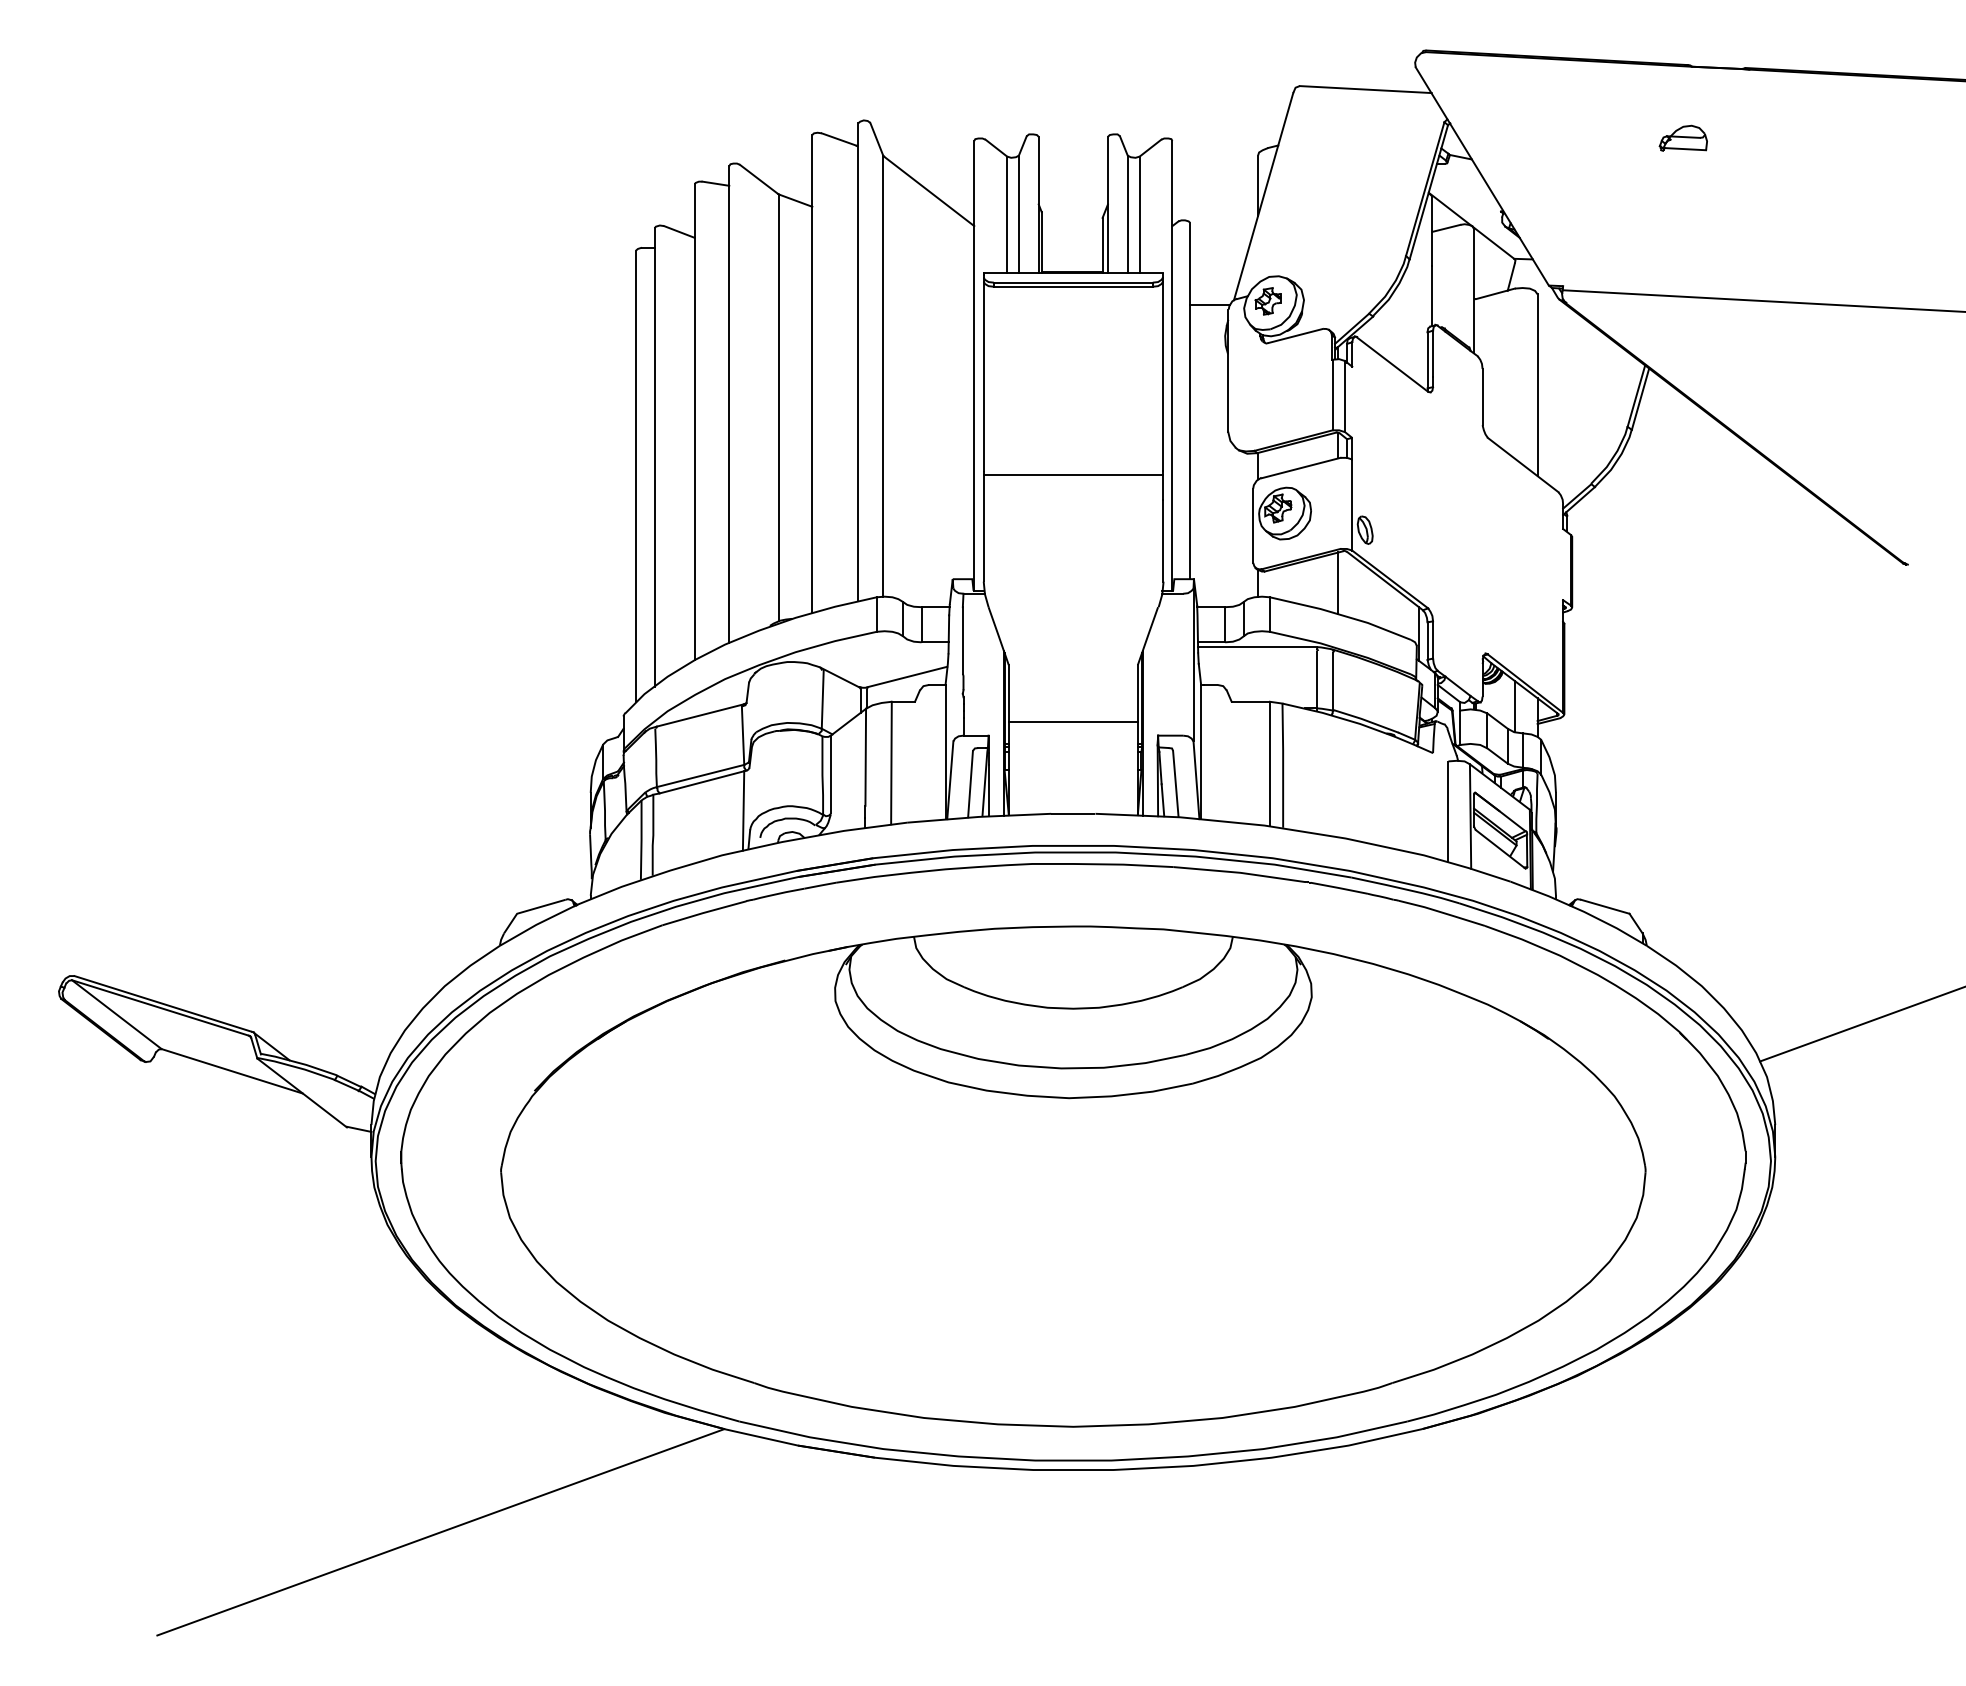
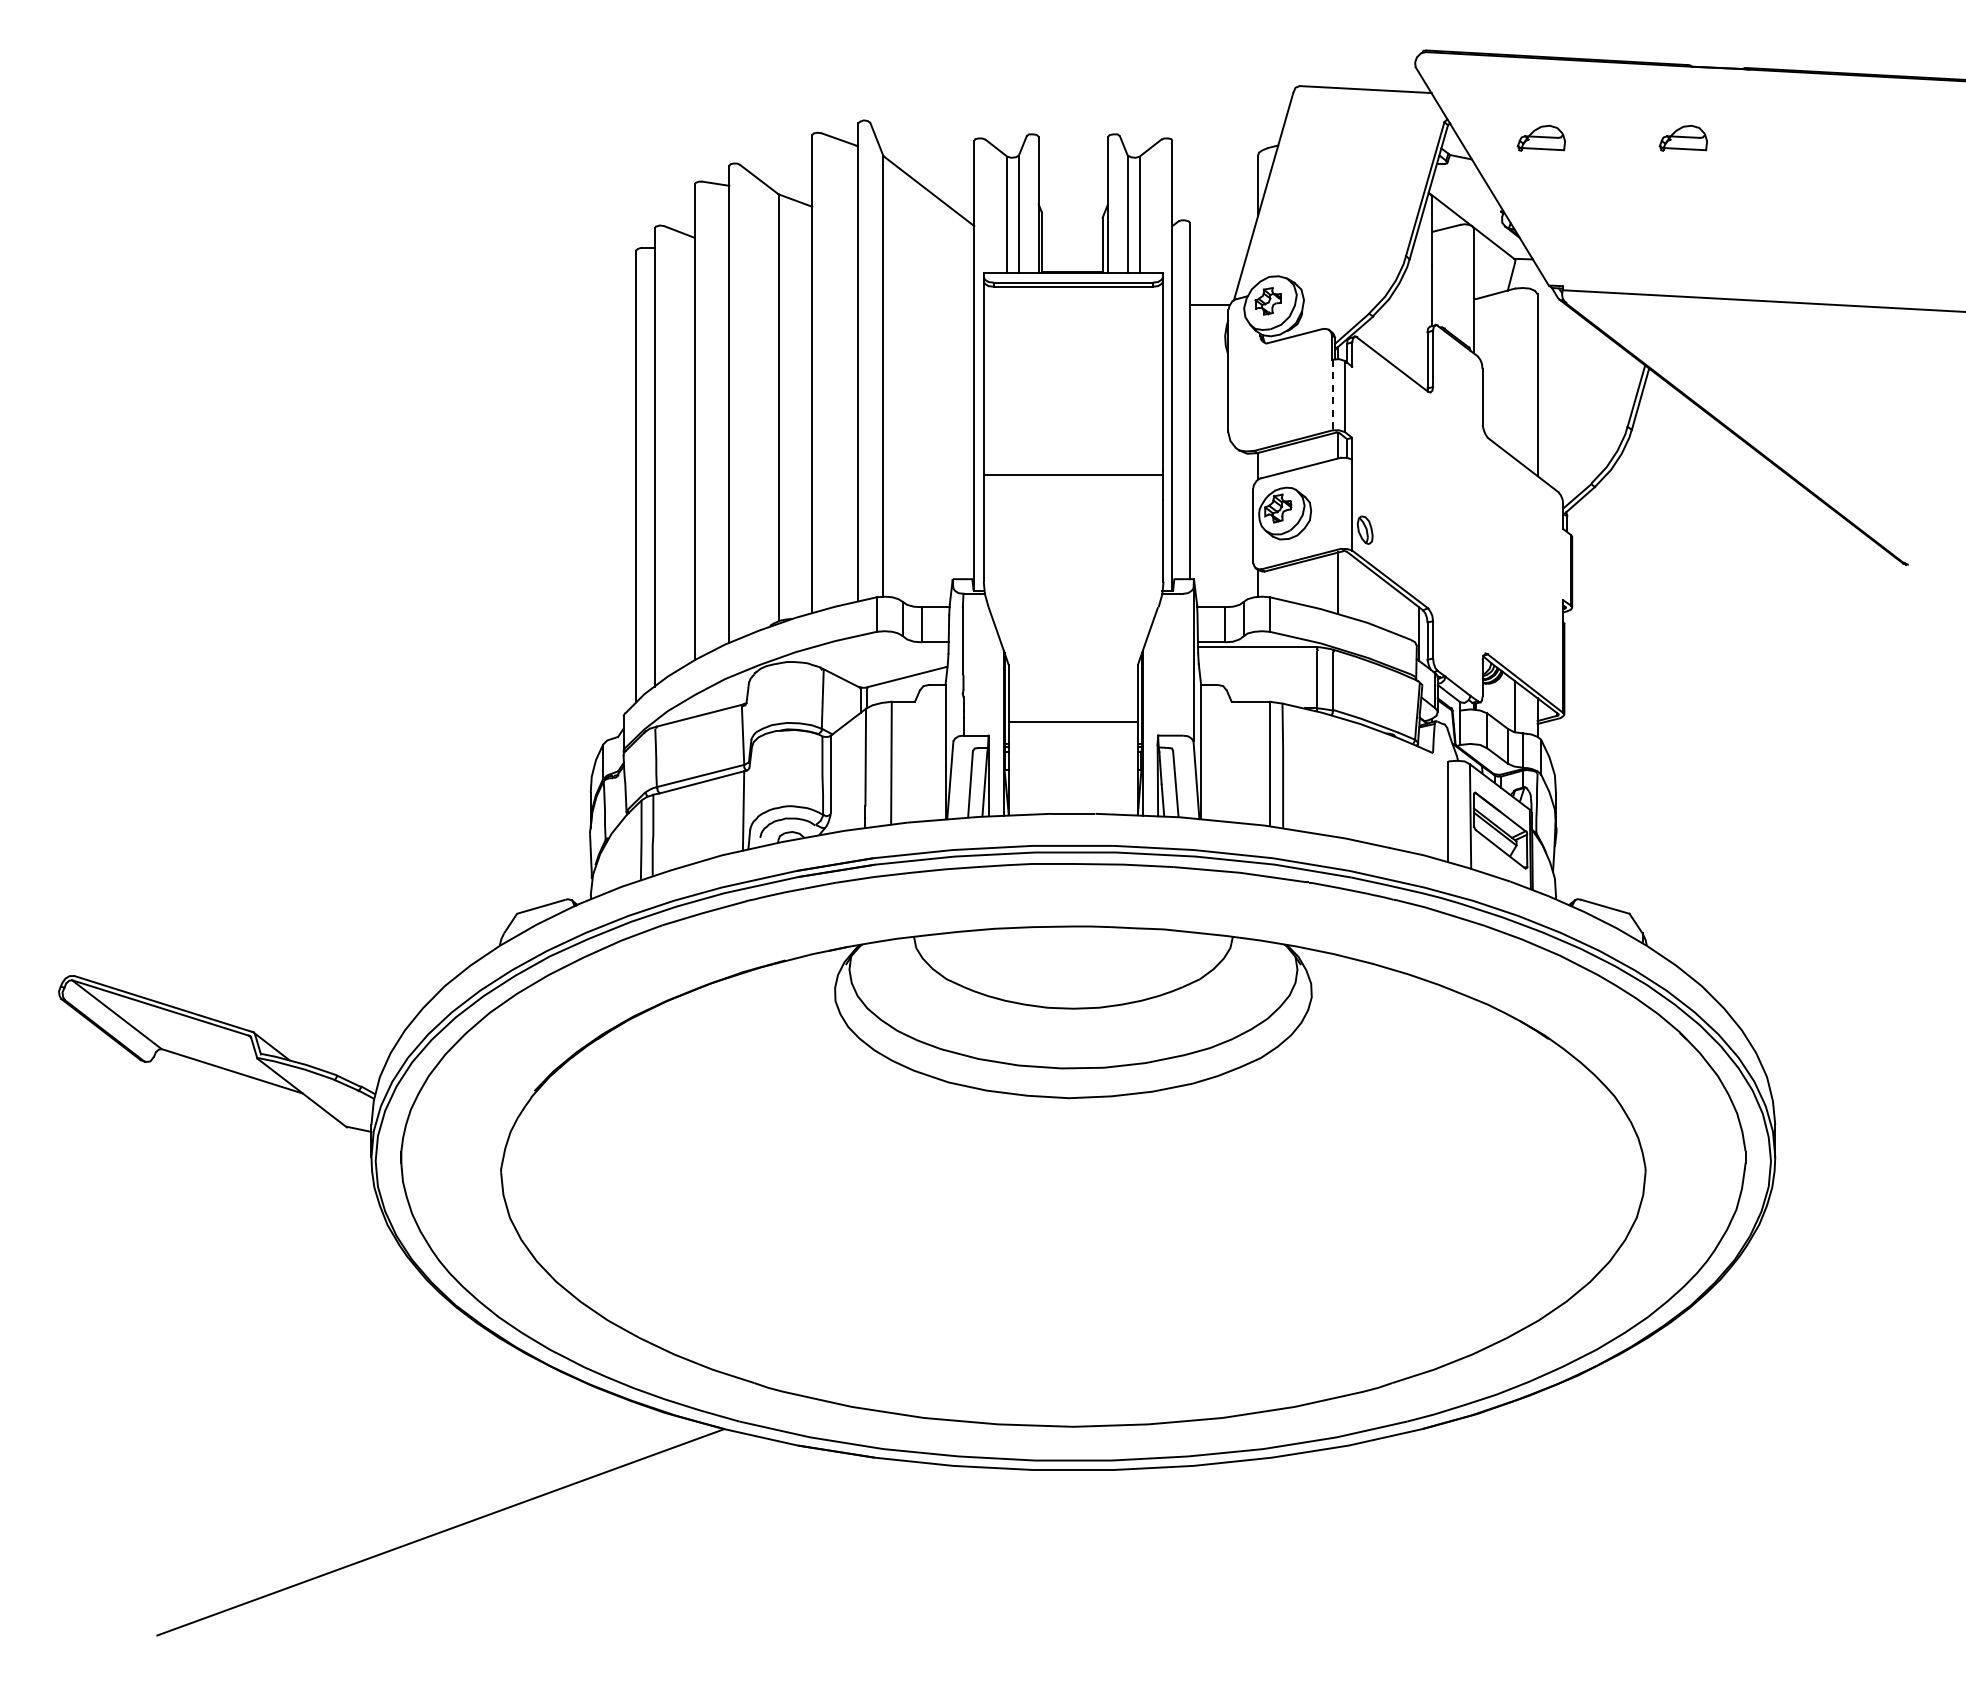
part at (1540, 137): none -> present
line at (1332, 395): solid -> dashed
line at (1861, 1024): present -> none
